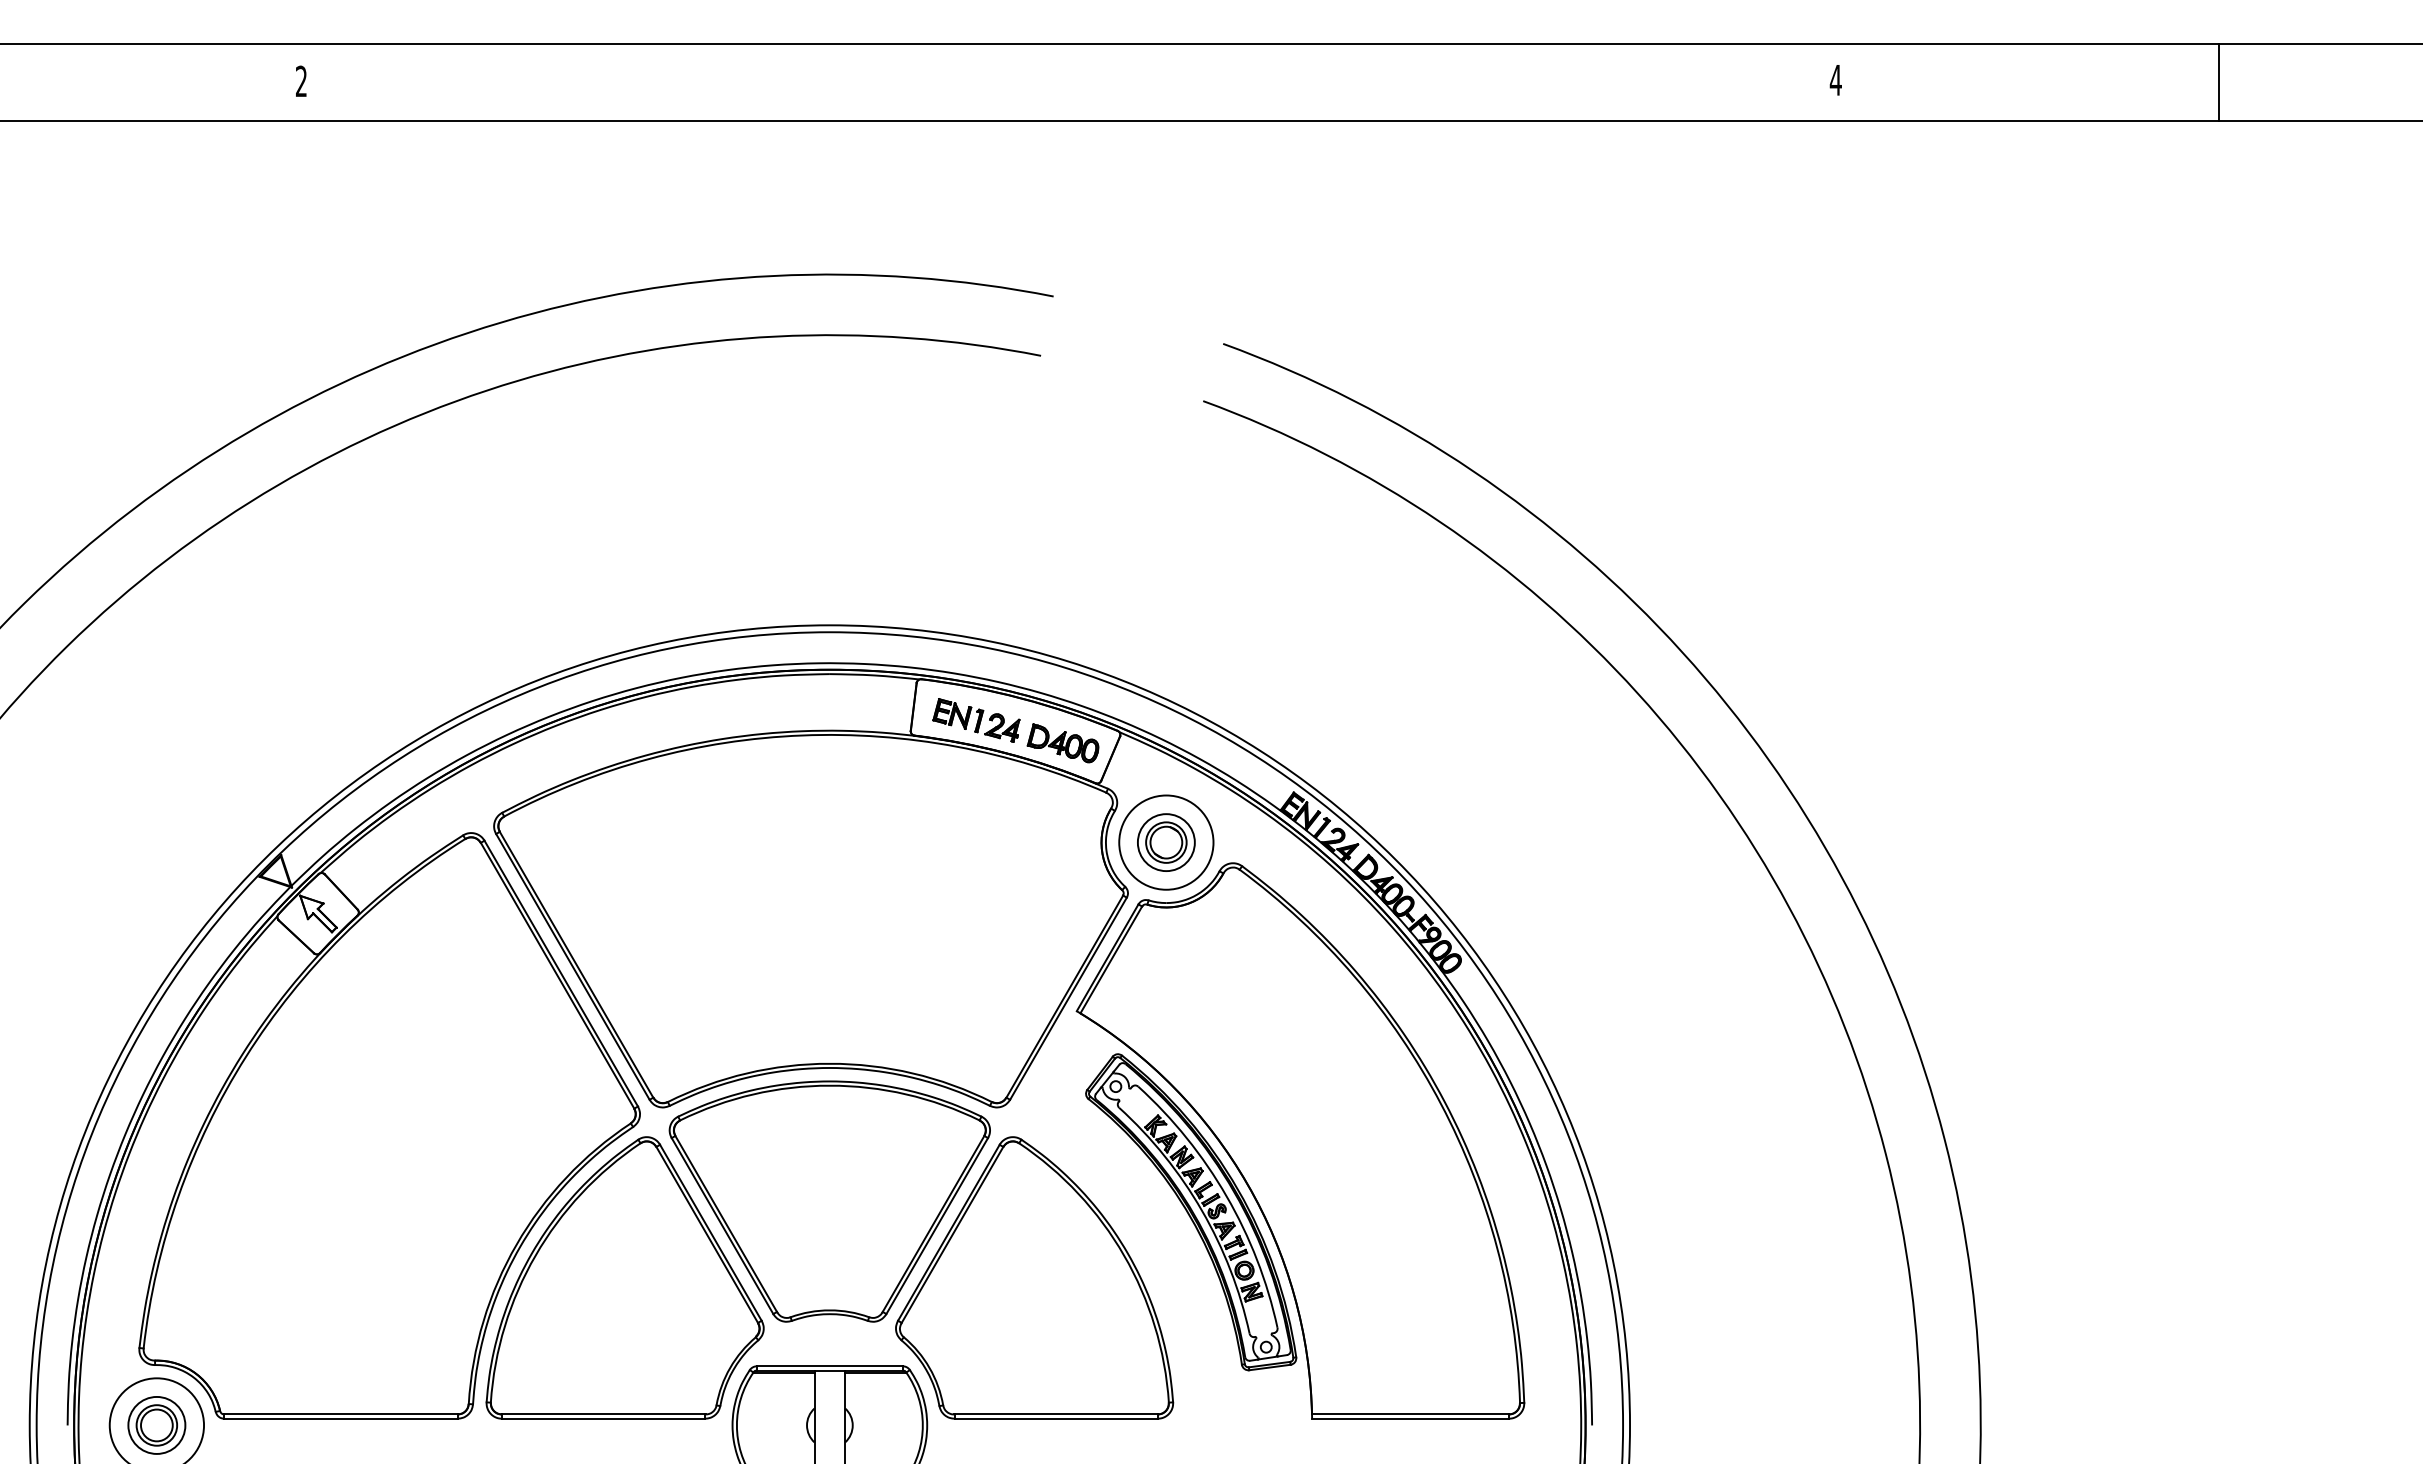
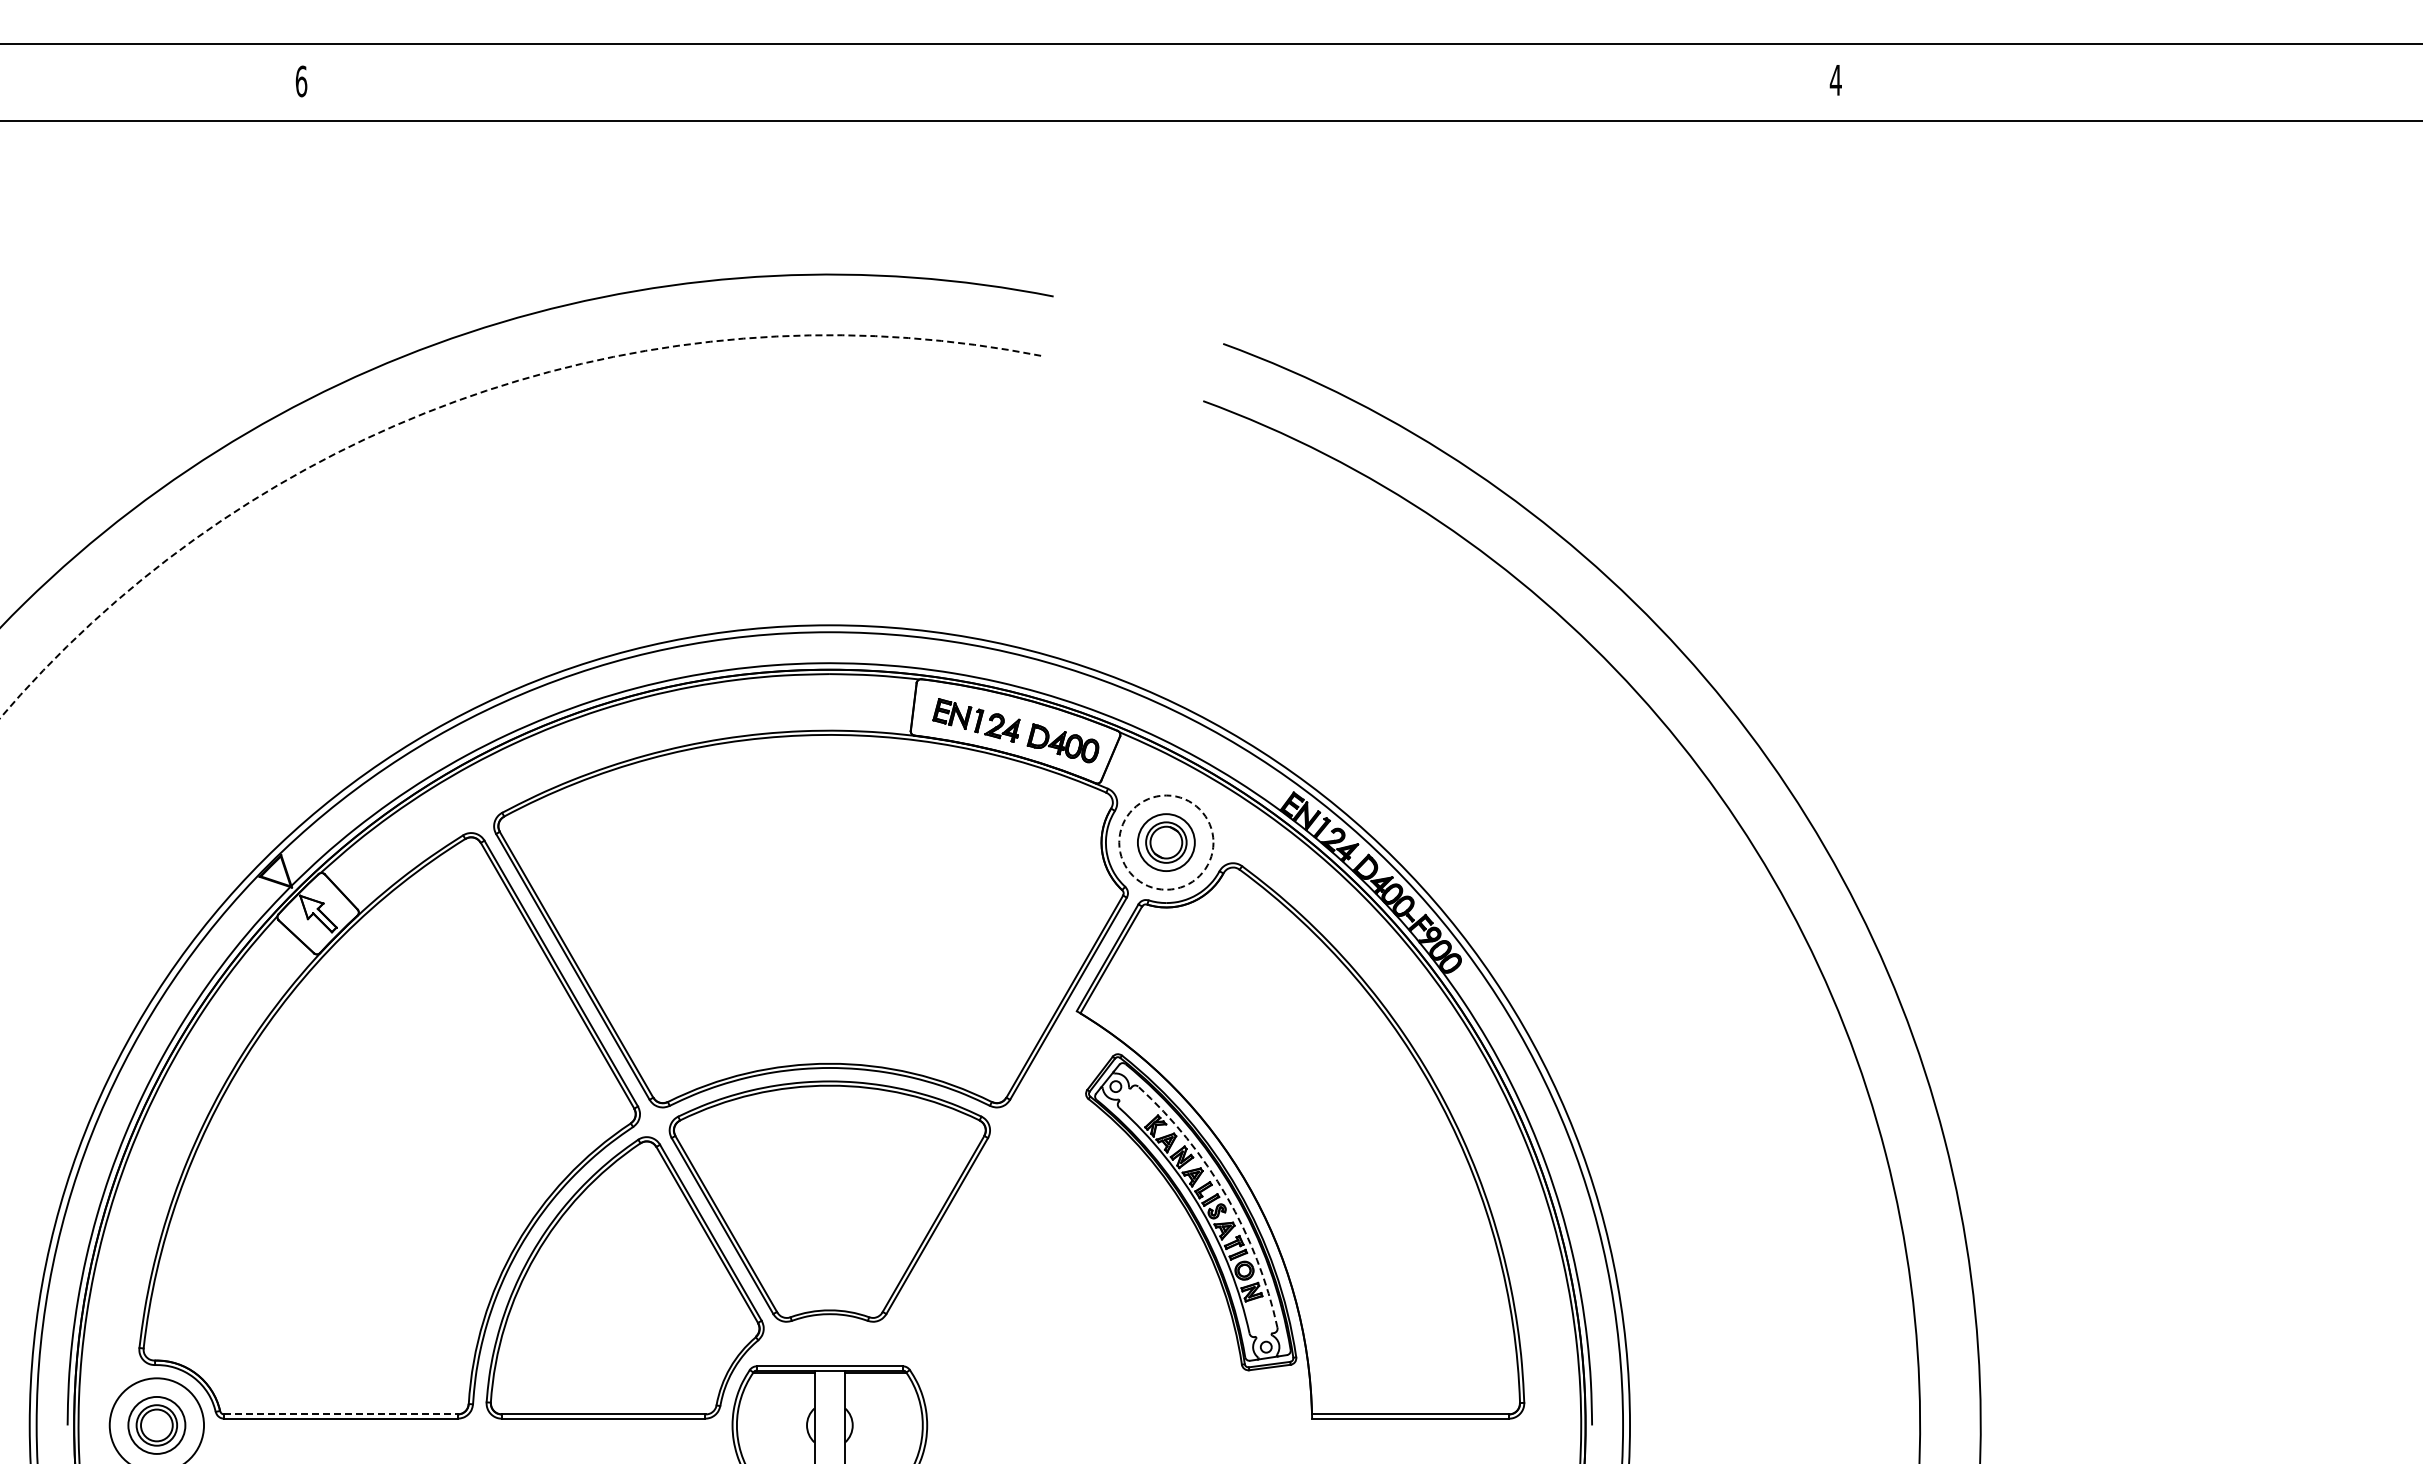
text at (301, 81): 2 -> 6
line at (2219, 81): present -> none
arc at (470, 396): solid -> dashed
circle at (1166, 842): solid -> dashed
arc at (1226, 1196): solid -> dashed
part at (1034, 1277): present -> none
line at (341, 1414): solid -> dashed
